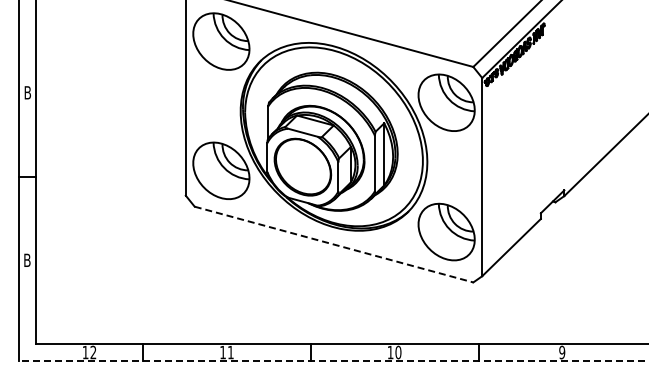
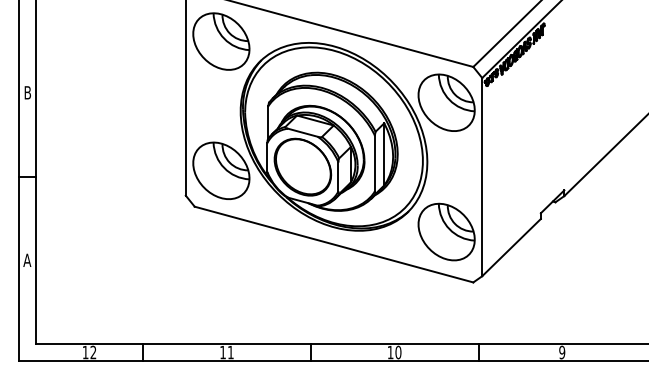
line at (334, 244): dashed -> solid
text at (27, 259): B -> A
line at (333, 360): dashed -> solid
